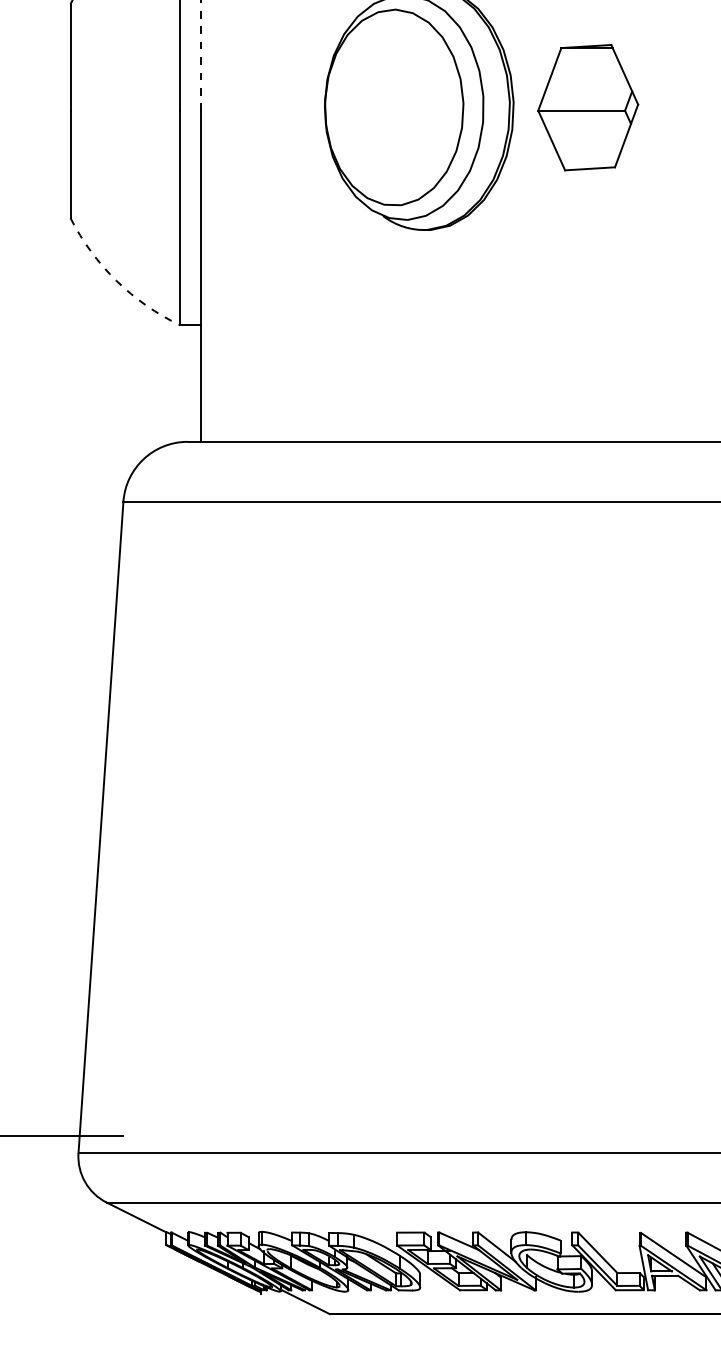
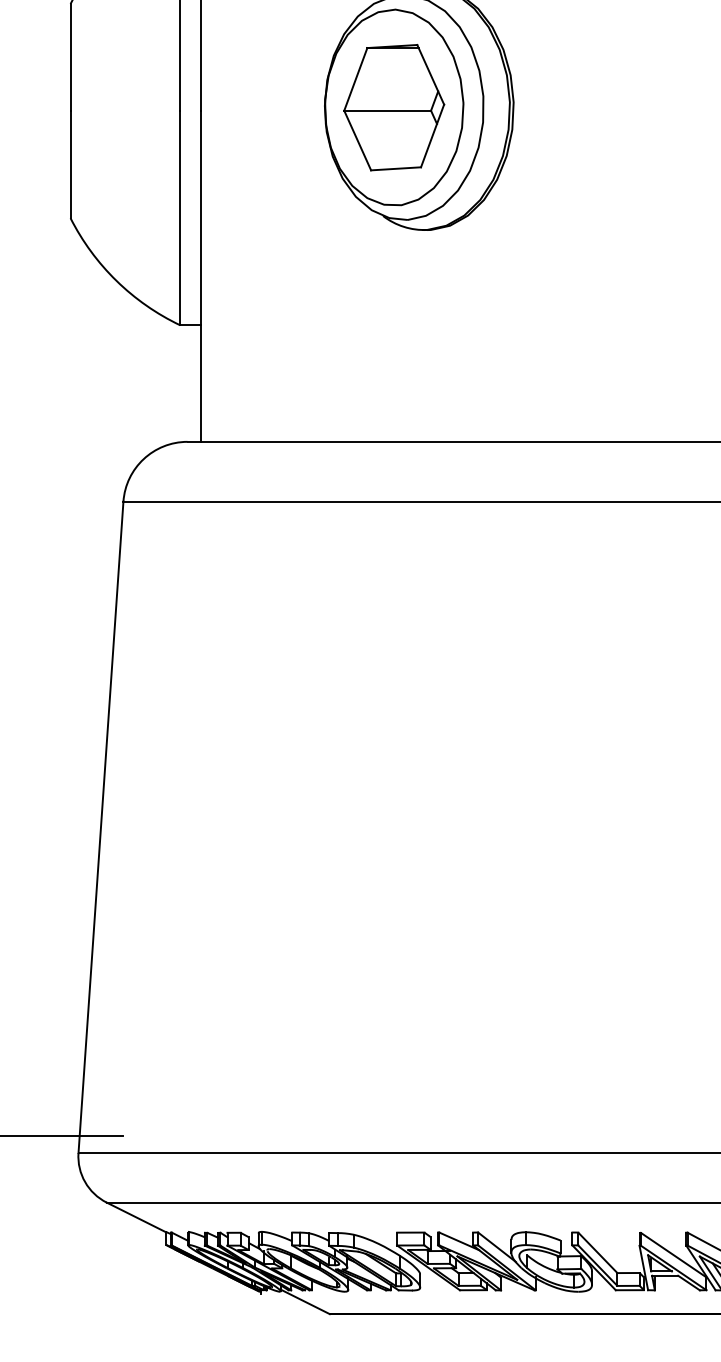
line at (200, 55): dashed -> solid
part at (588, 107) position: (588, 107) -> (394, 107)
arc at (116, 280): dashed -> solid
